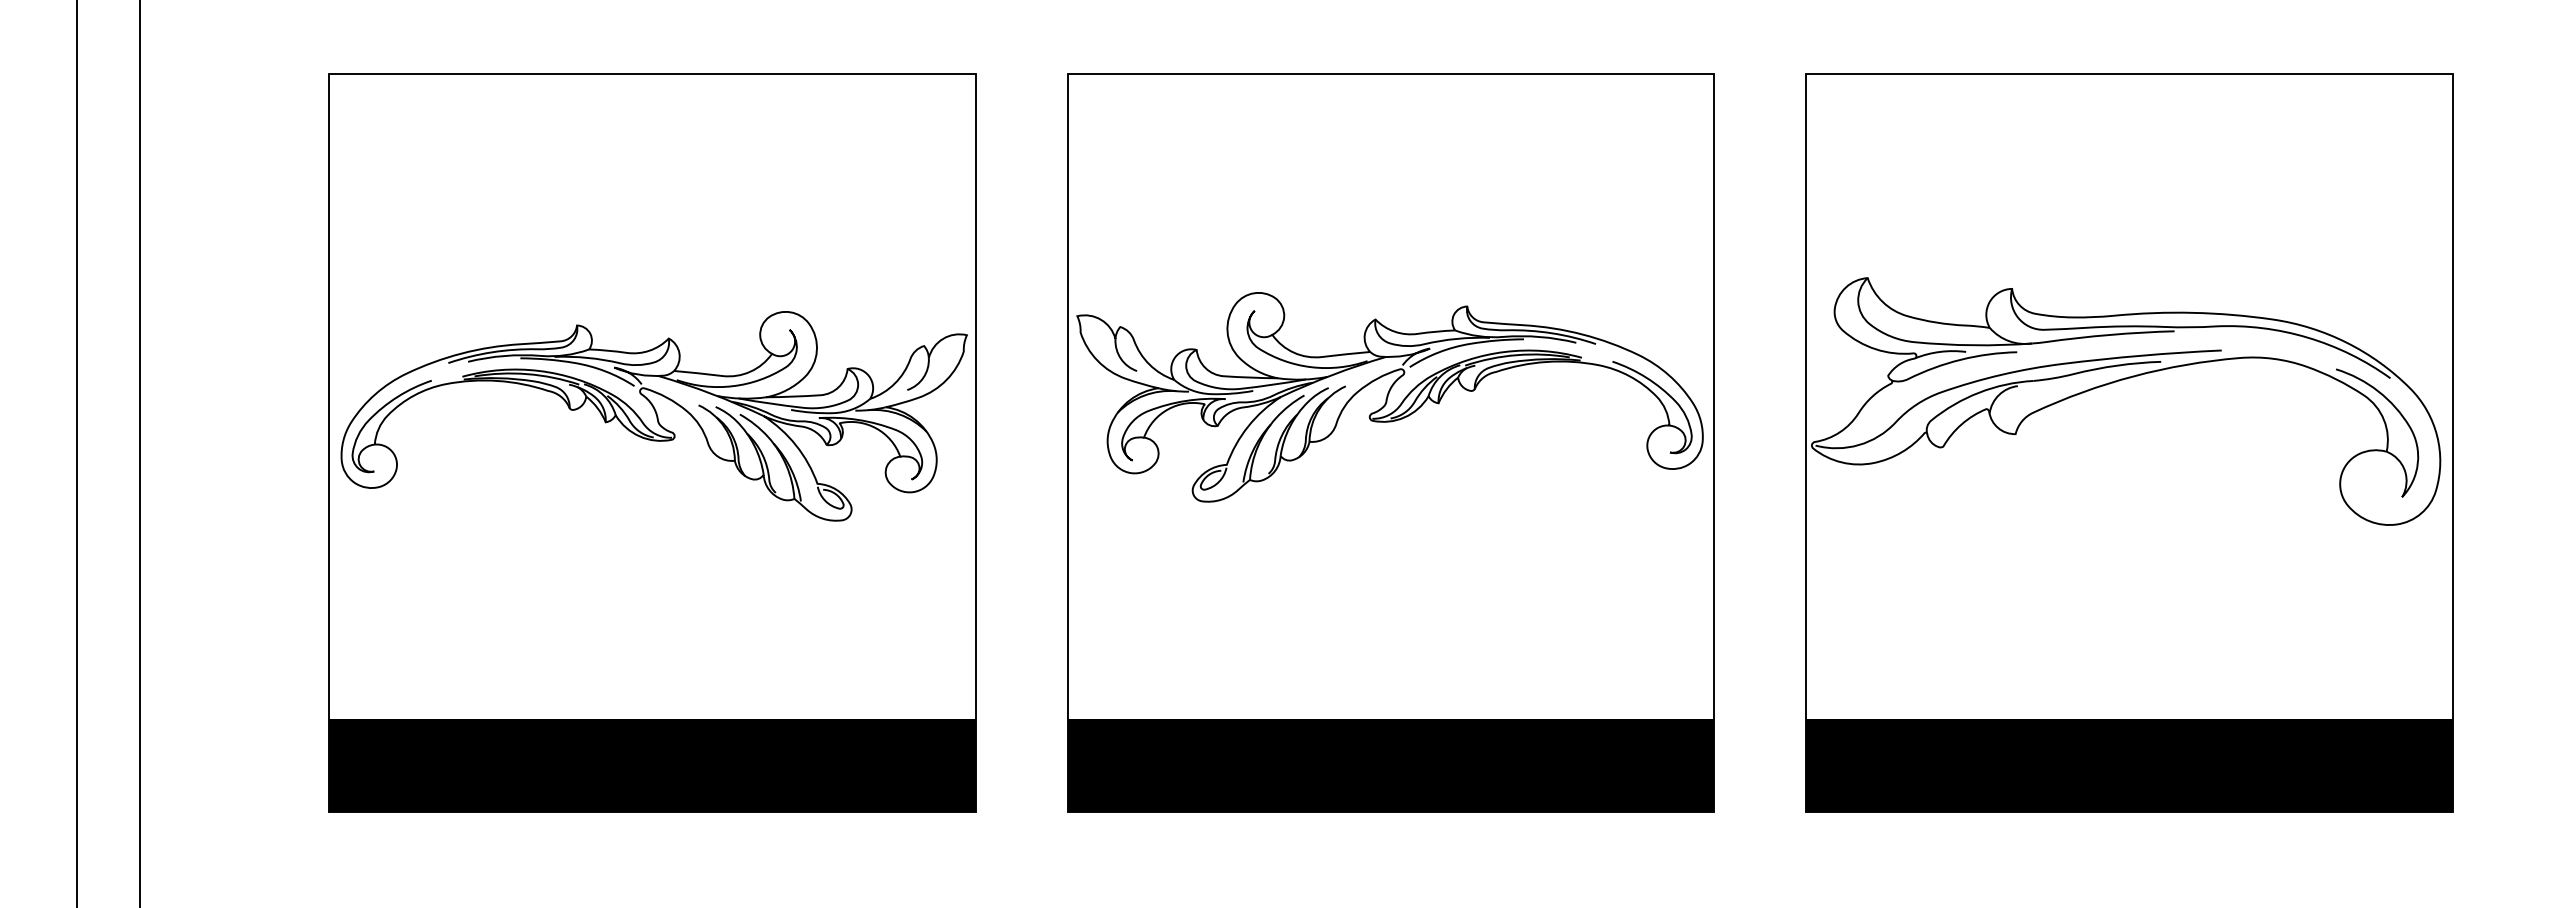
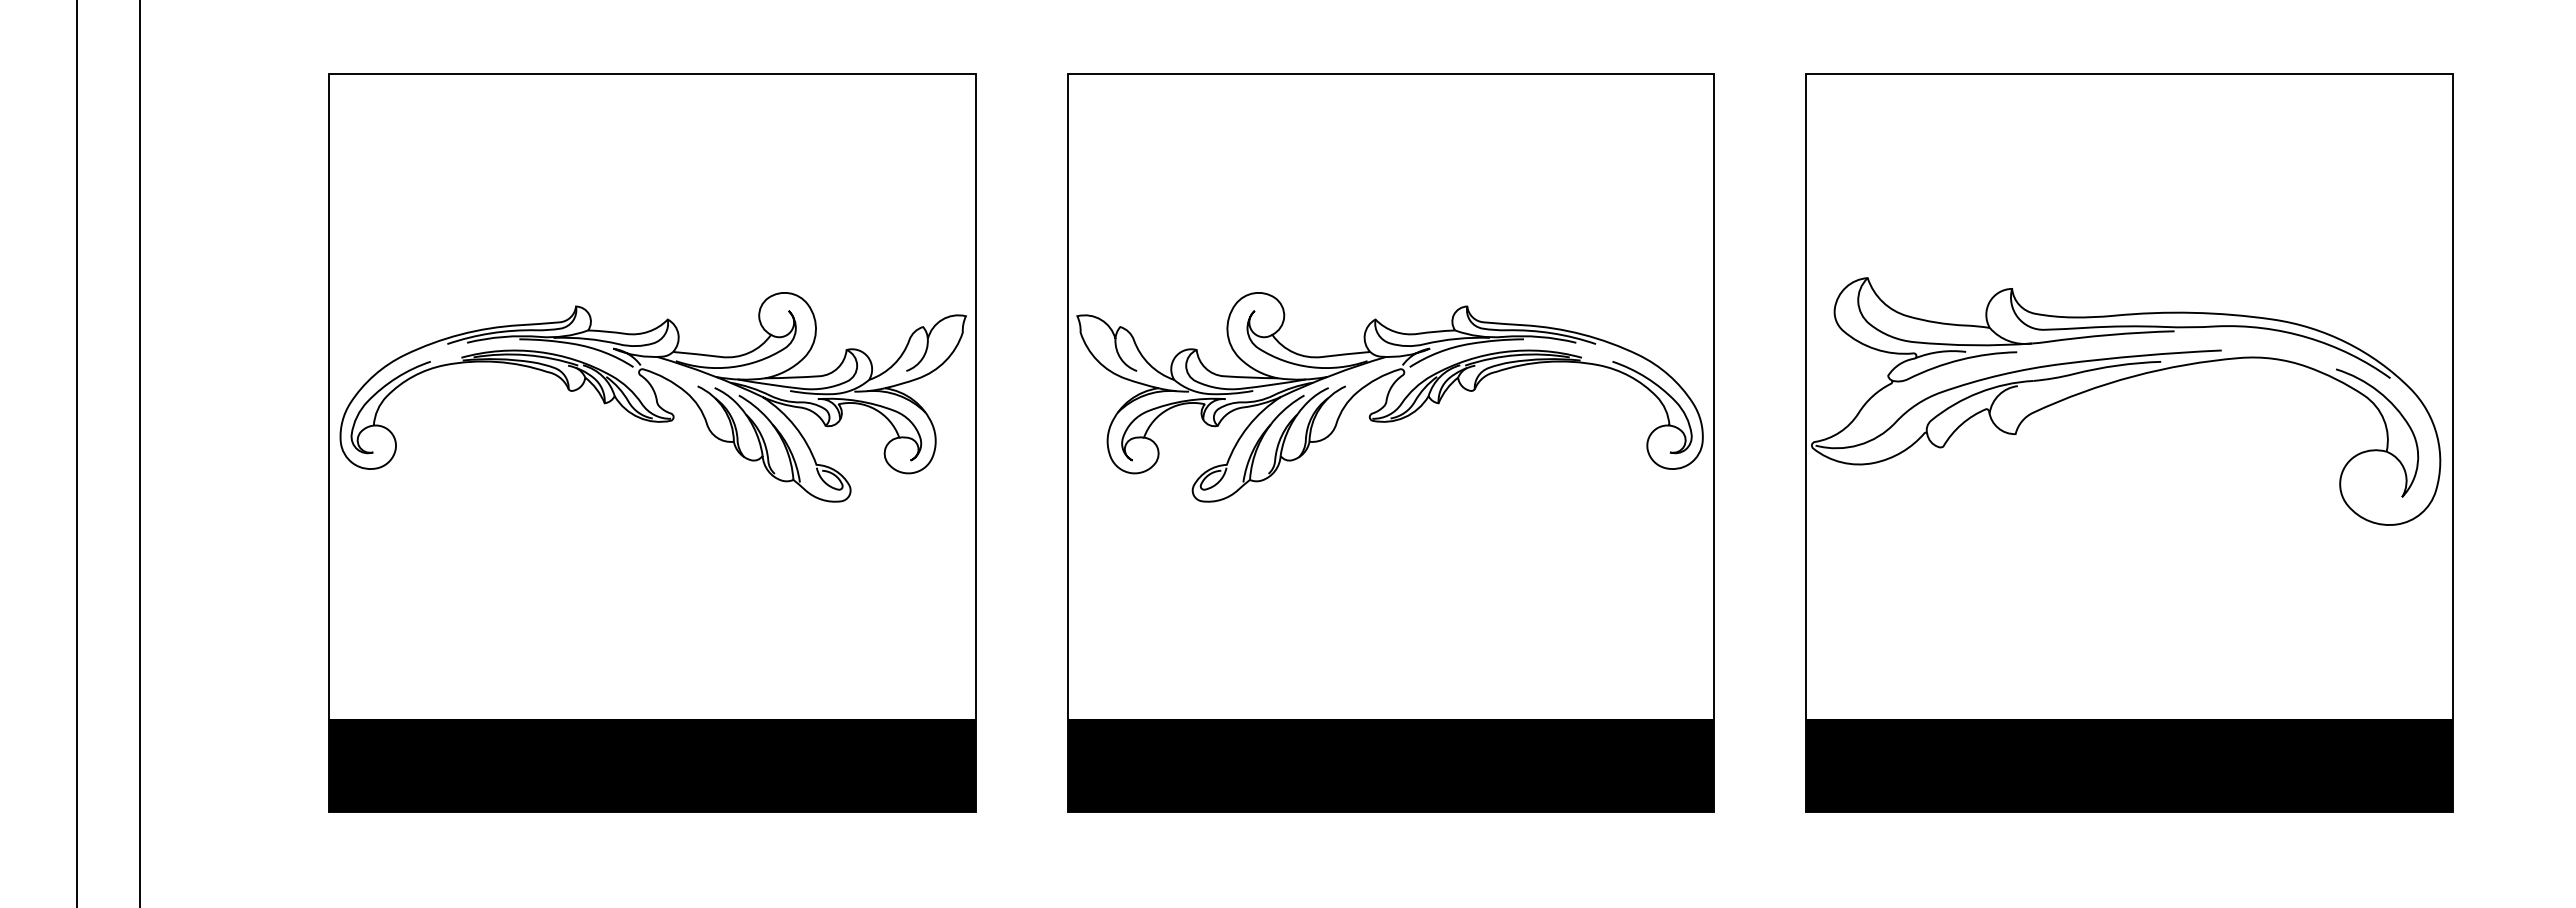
part at (653, 416) position: (653, 416) -> (652, 397)
